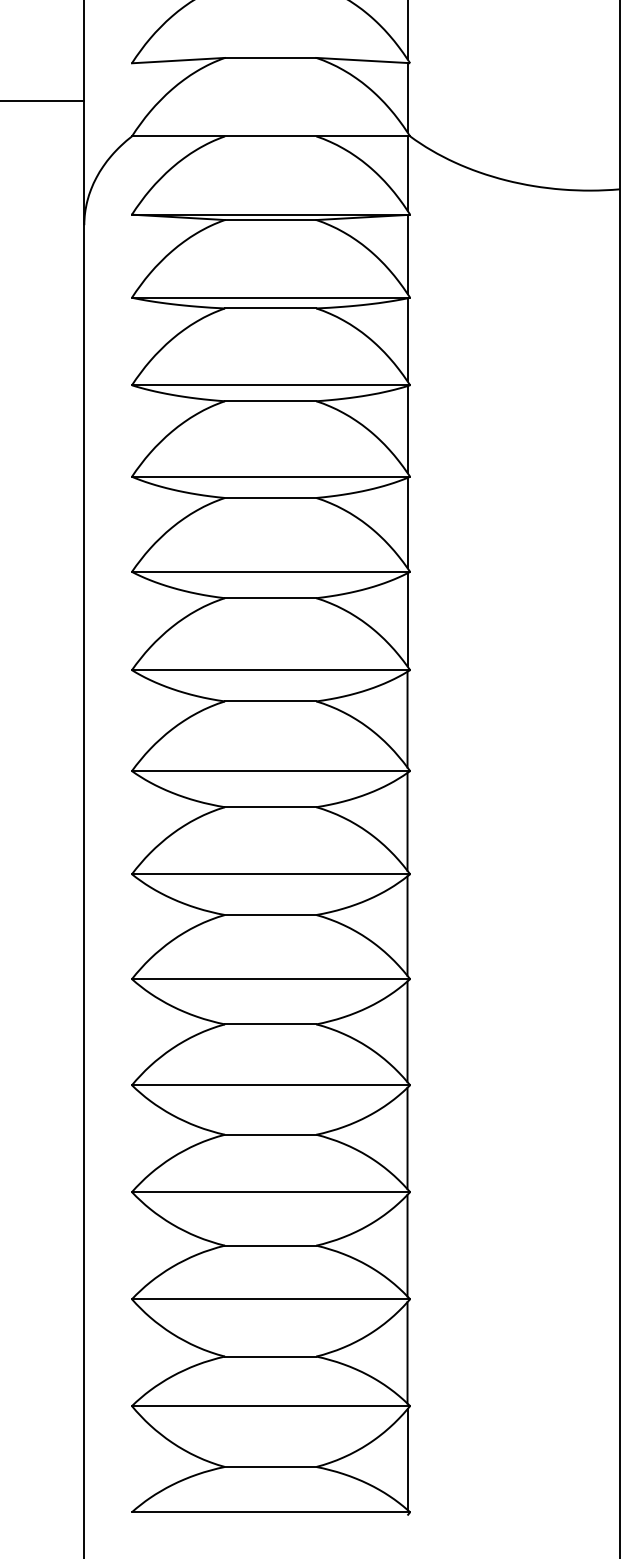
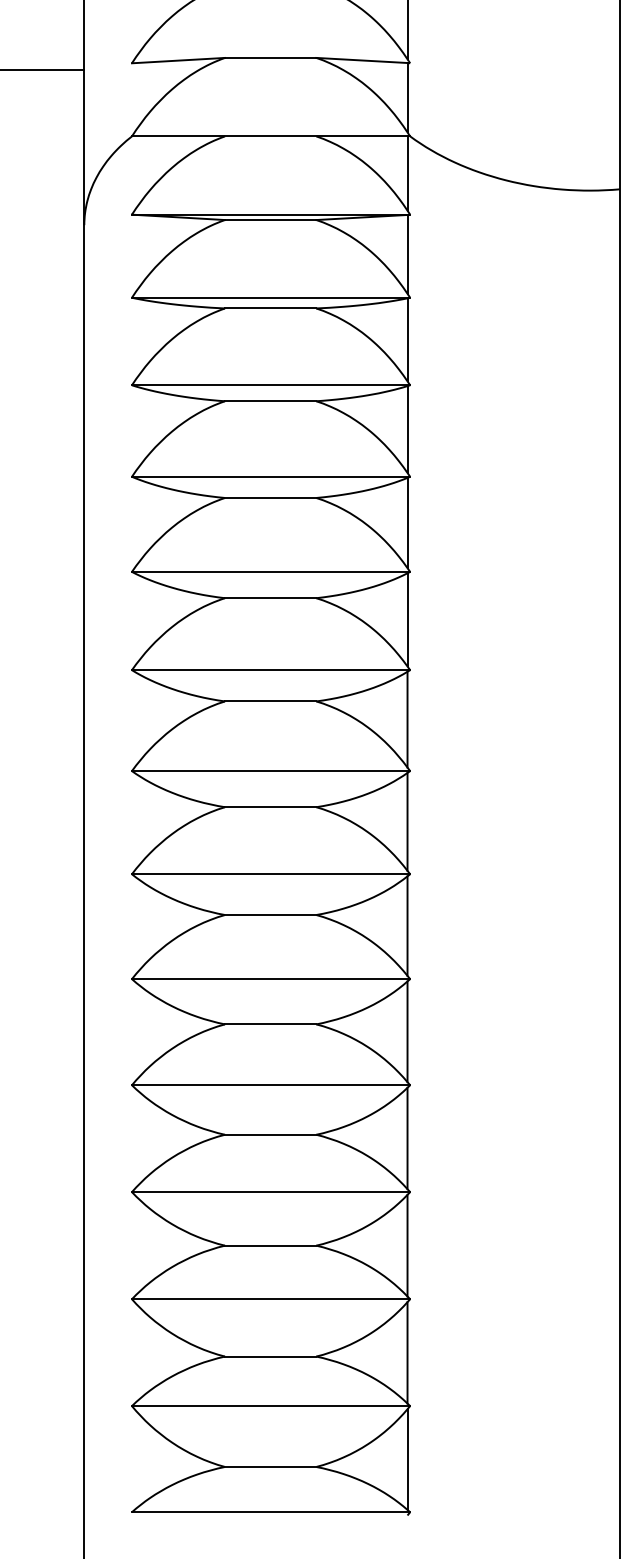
line at (43, 100) position: (43, 100) -> (43, 69)
